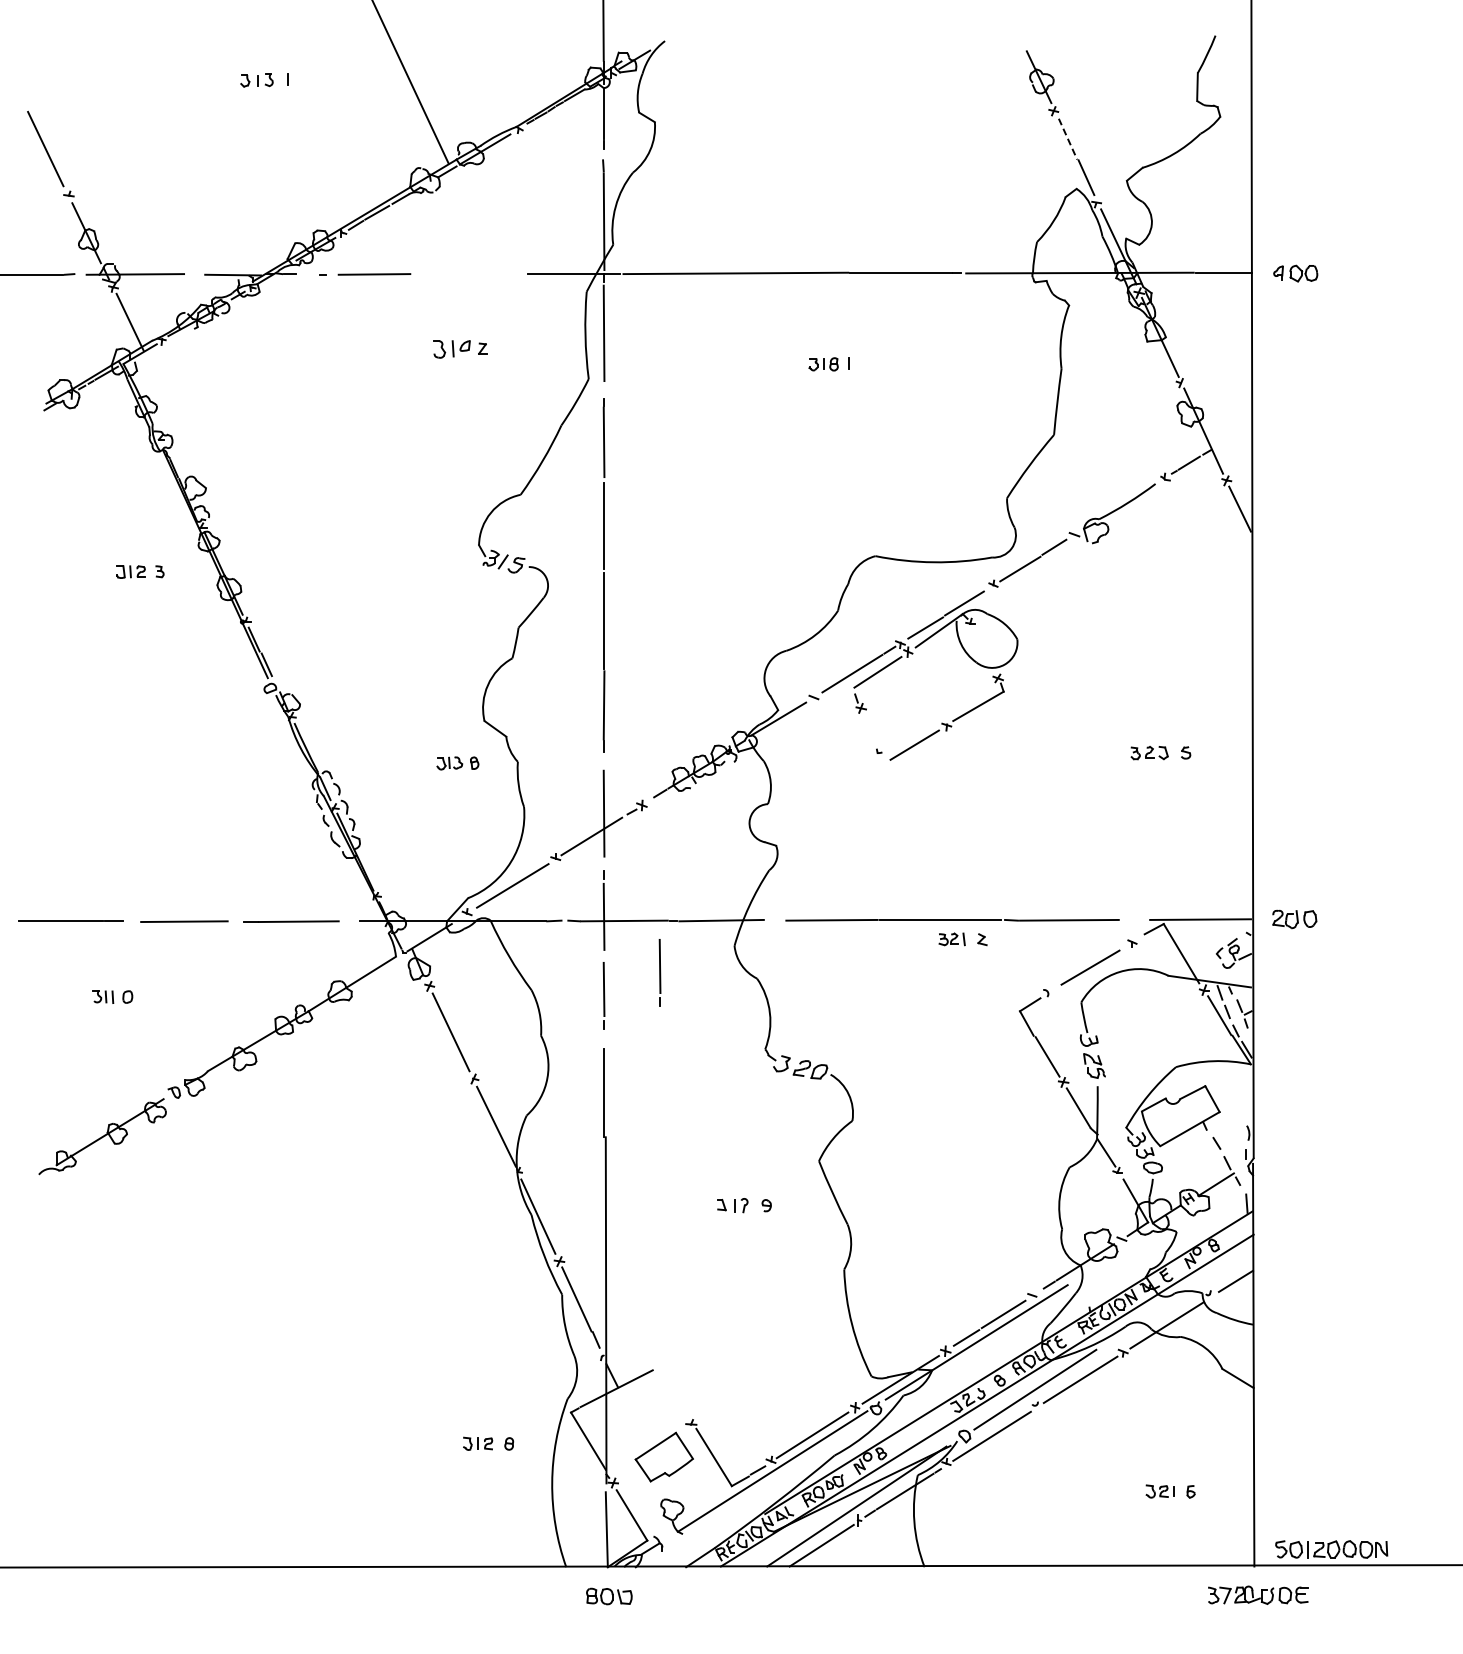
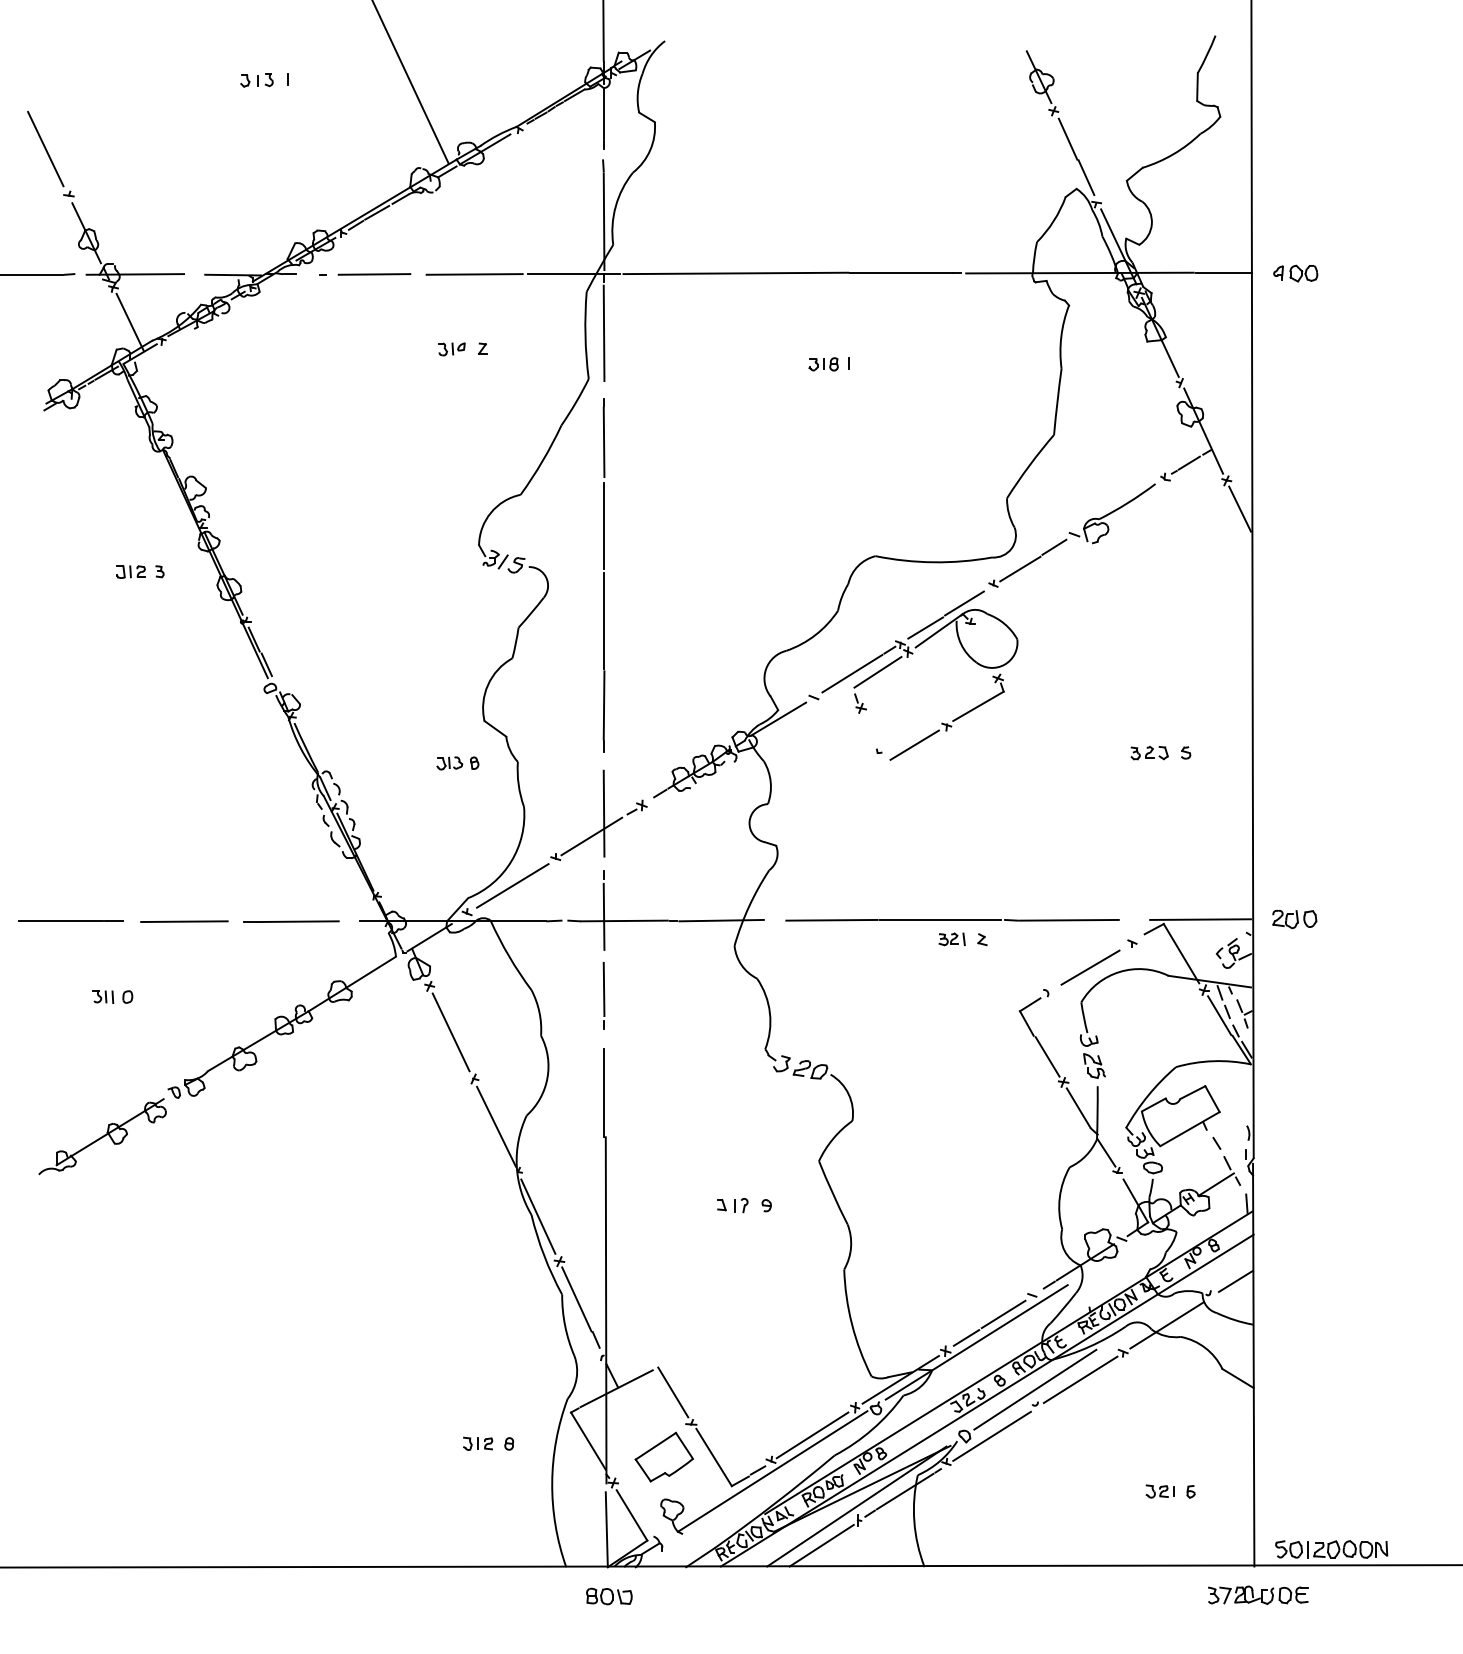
line at (1068, 139): dashed -> solid
line at (474, 274): none -> present
part at (451, 349) size: 38x19 px -> 28x15 px
line at (659, 972): present -> none
line at (673, 1392): none -> present
